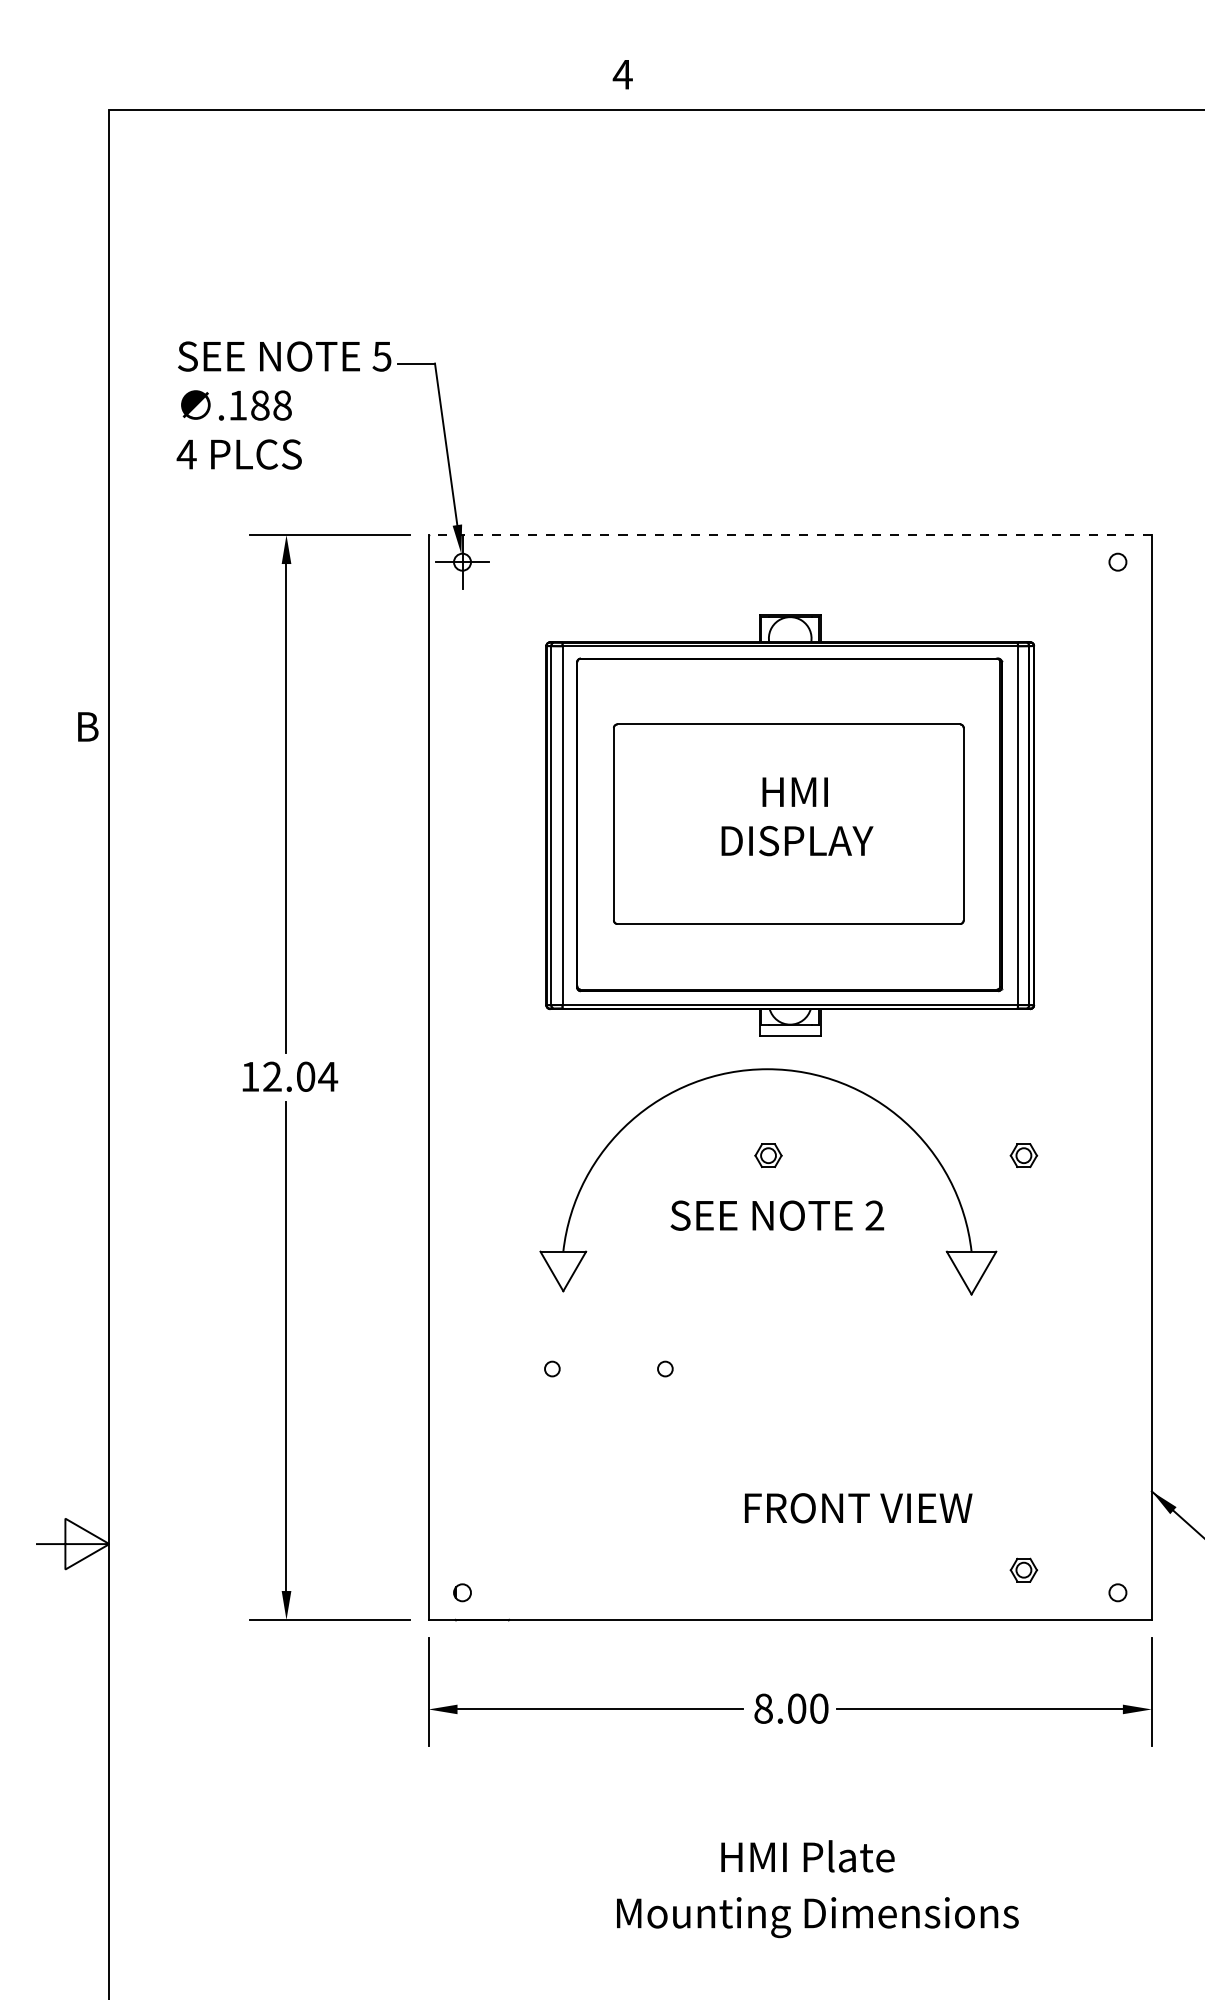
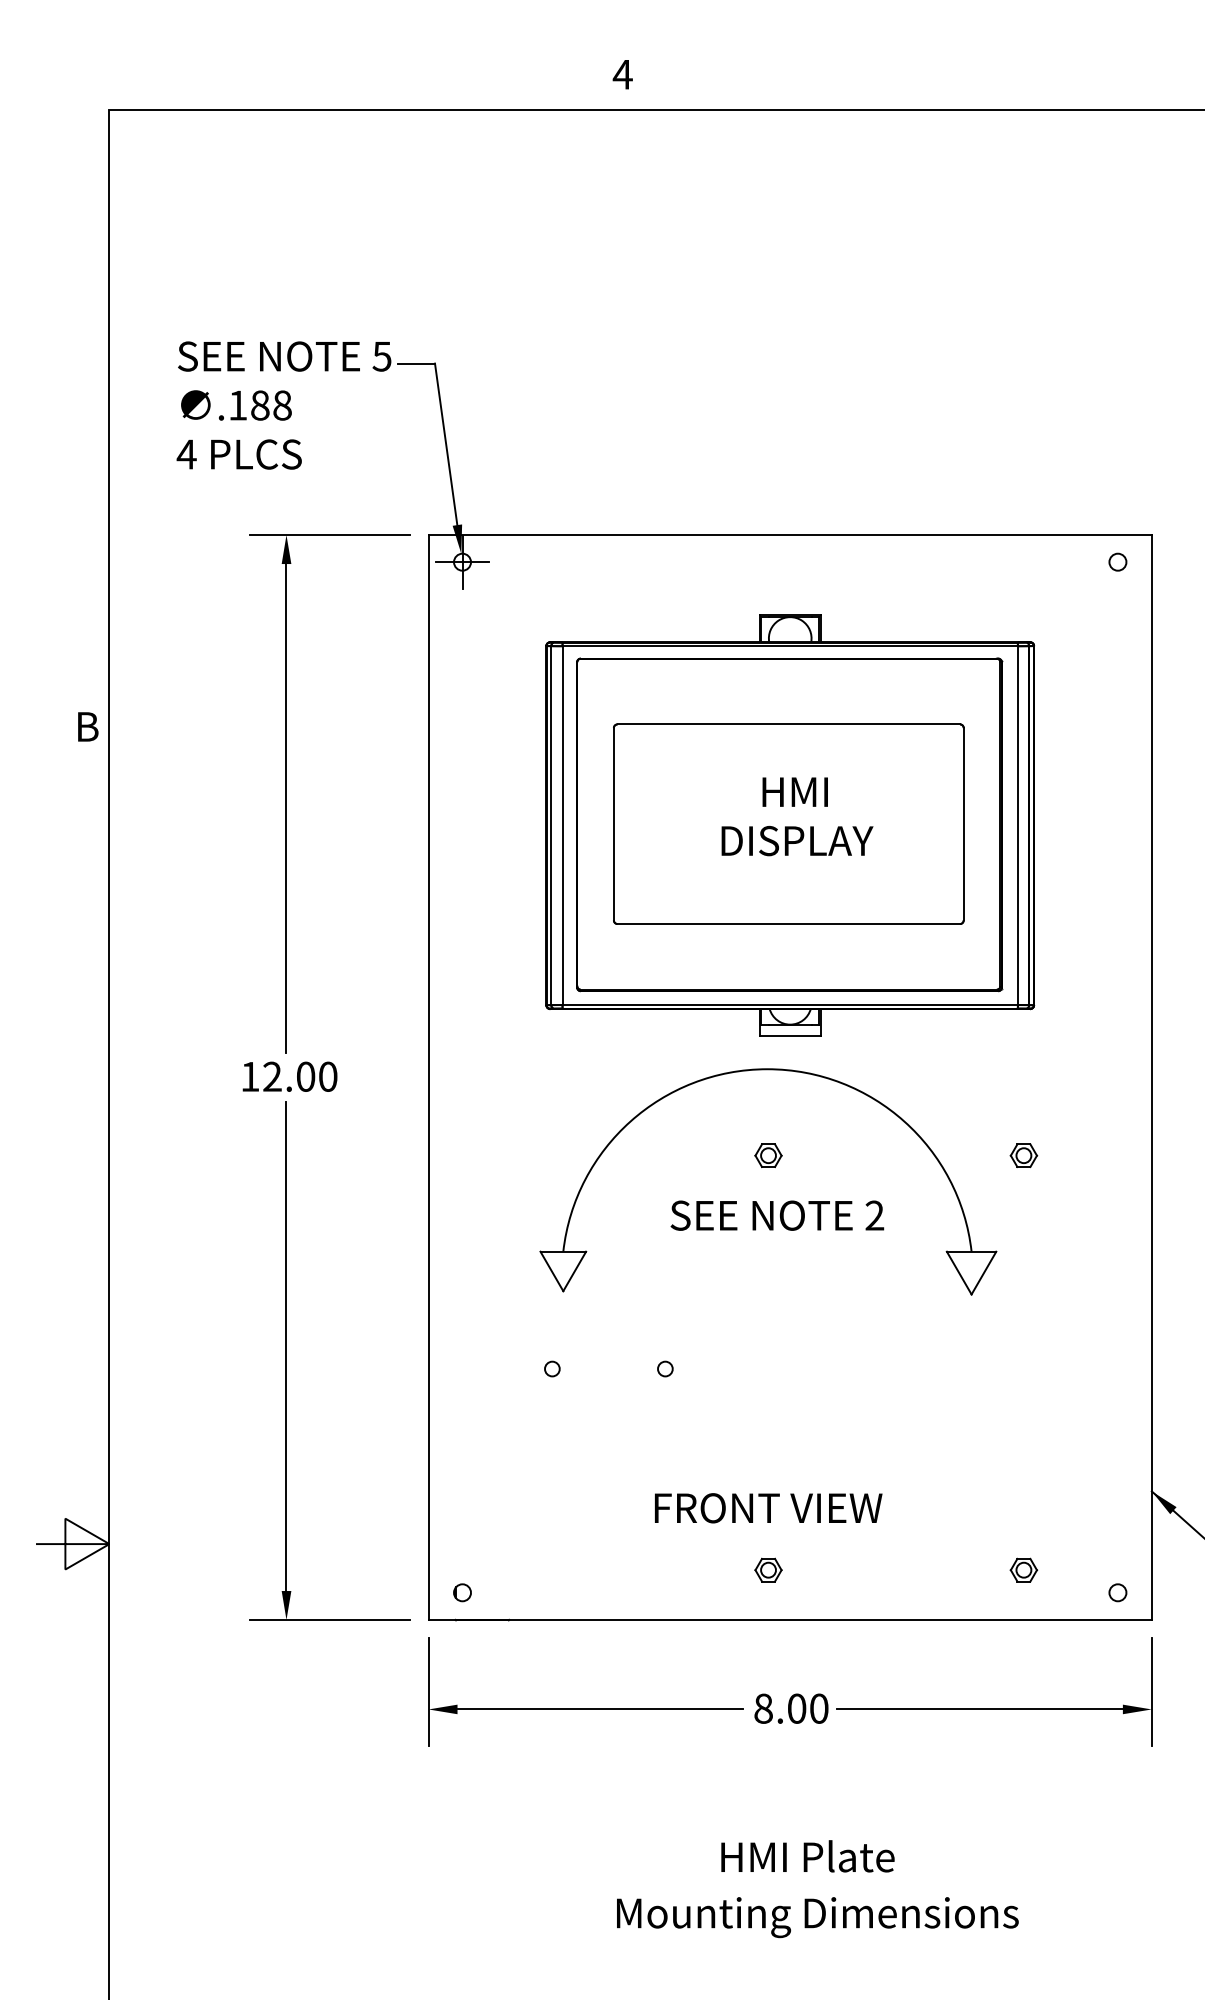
line at (790, 535): dashed -> solid
text at (328, 1076): 12.04 -> 12.00
text at (858, 1508) position: (858, 1508) -> (768, 1508)
part at (768, 1569): none -> present
